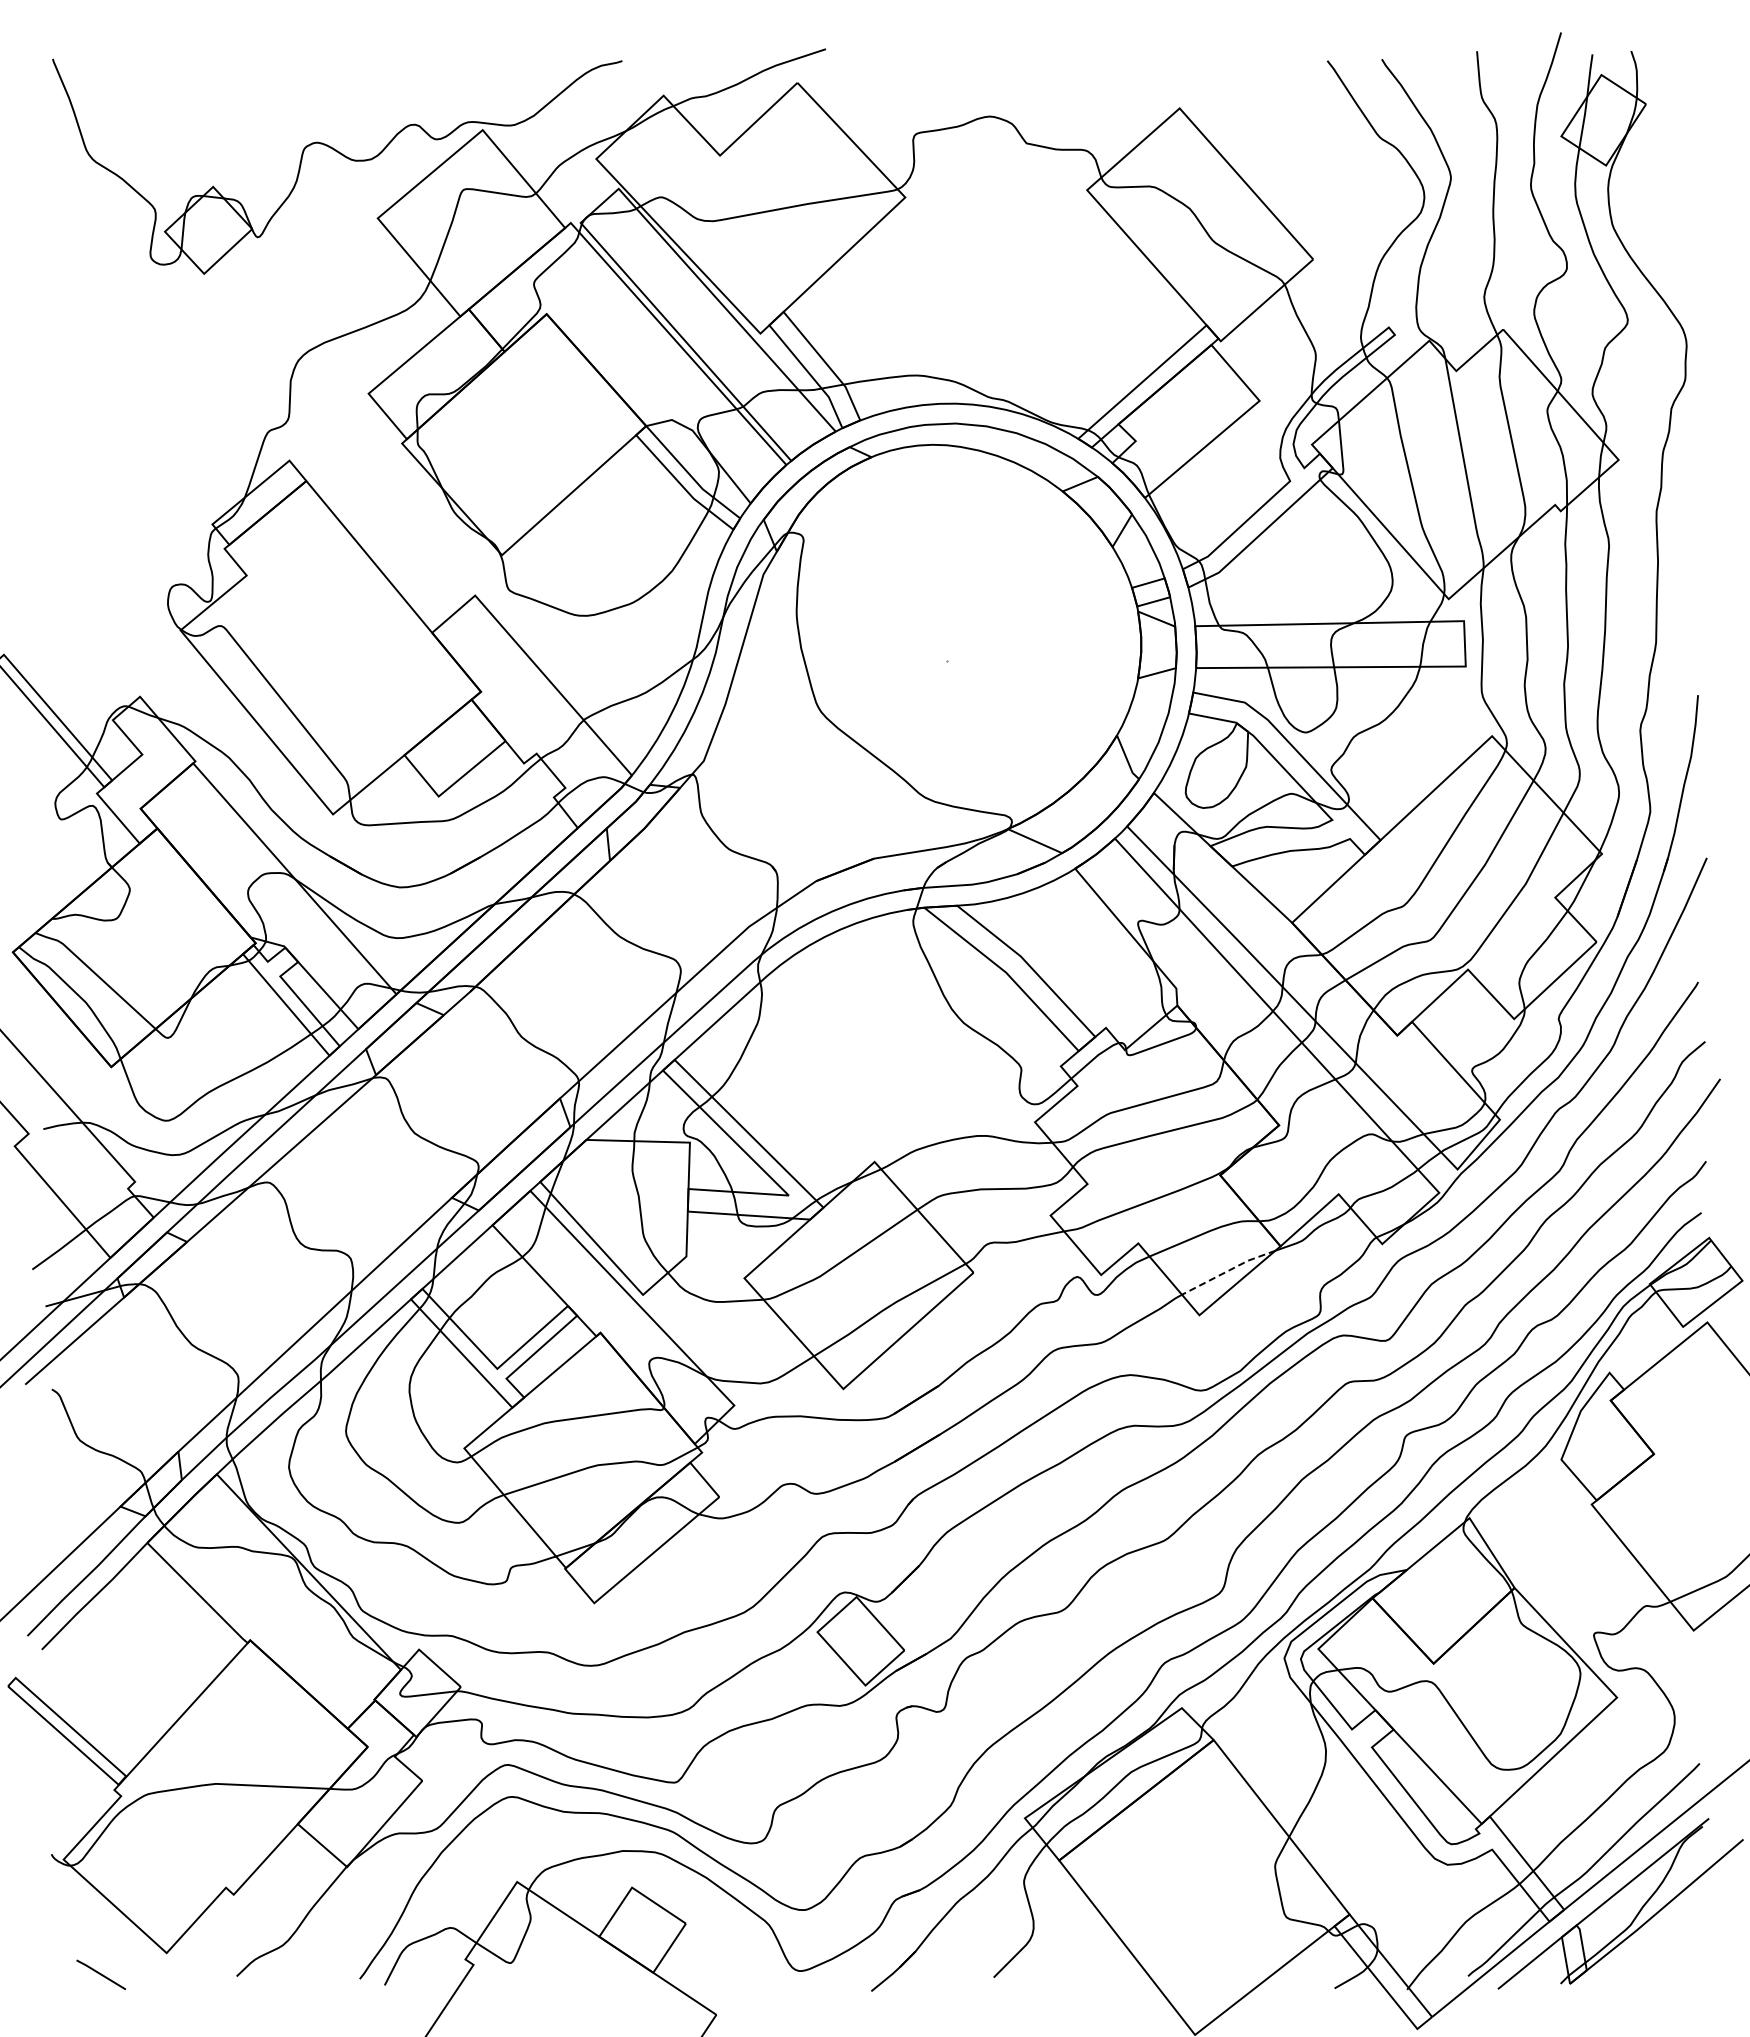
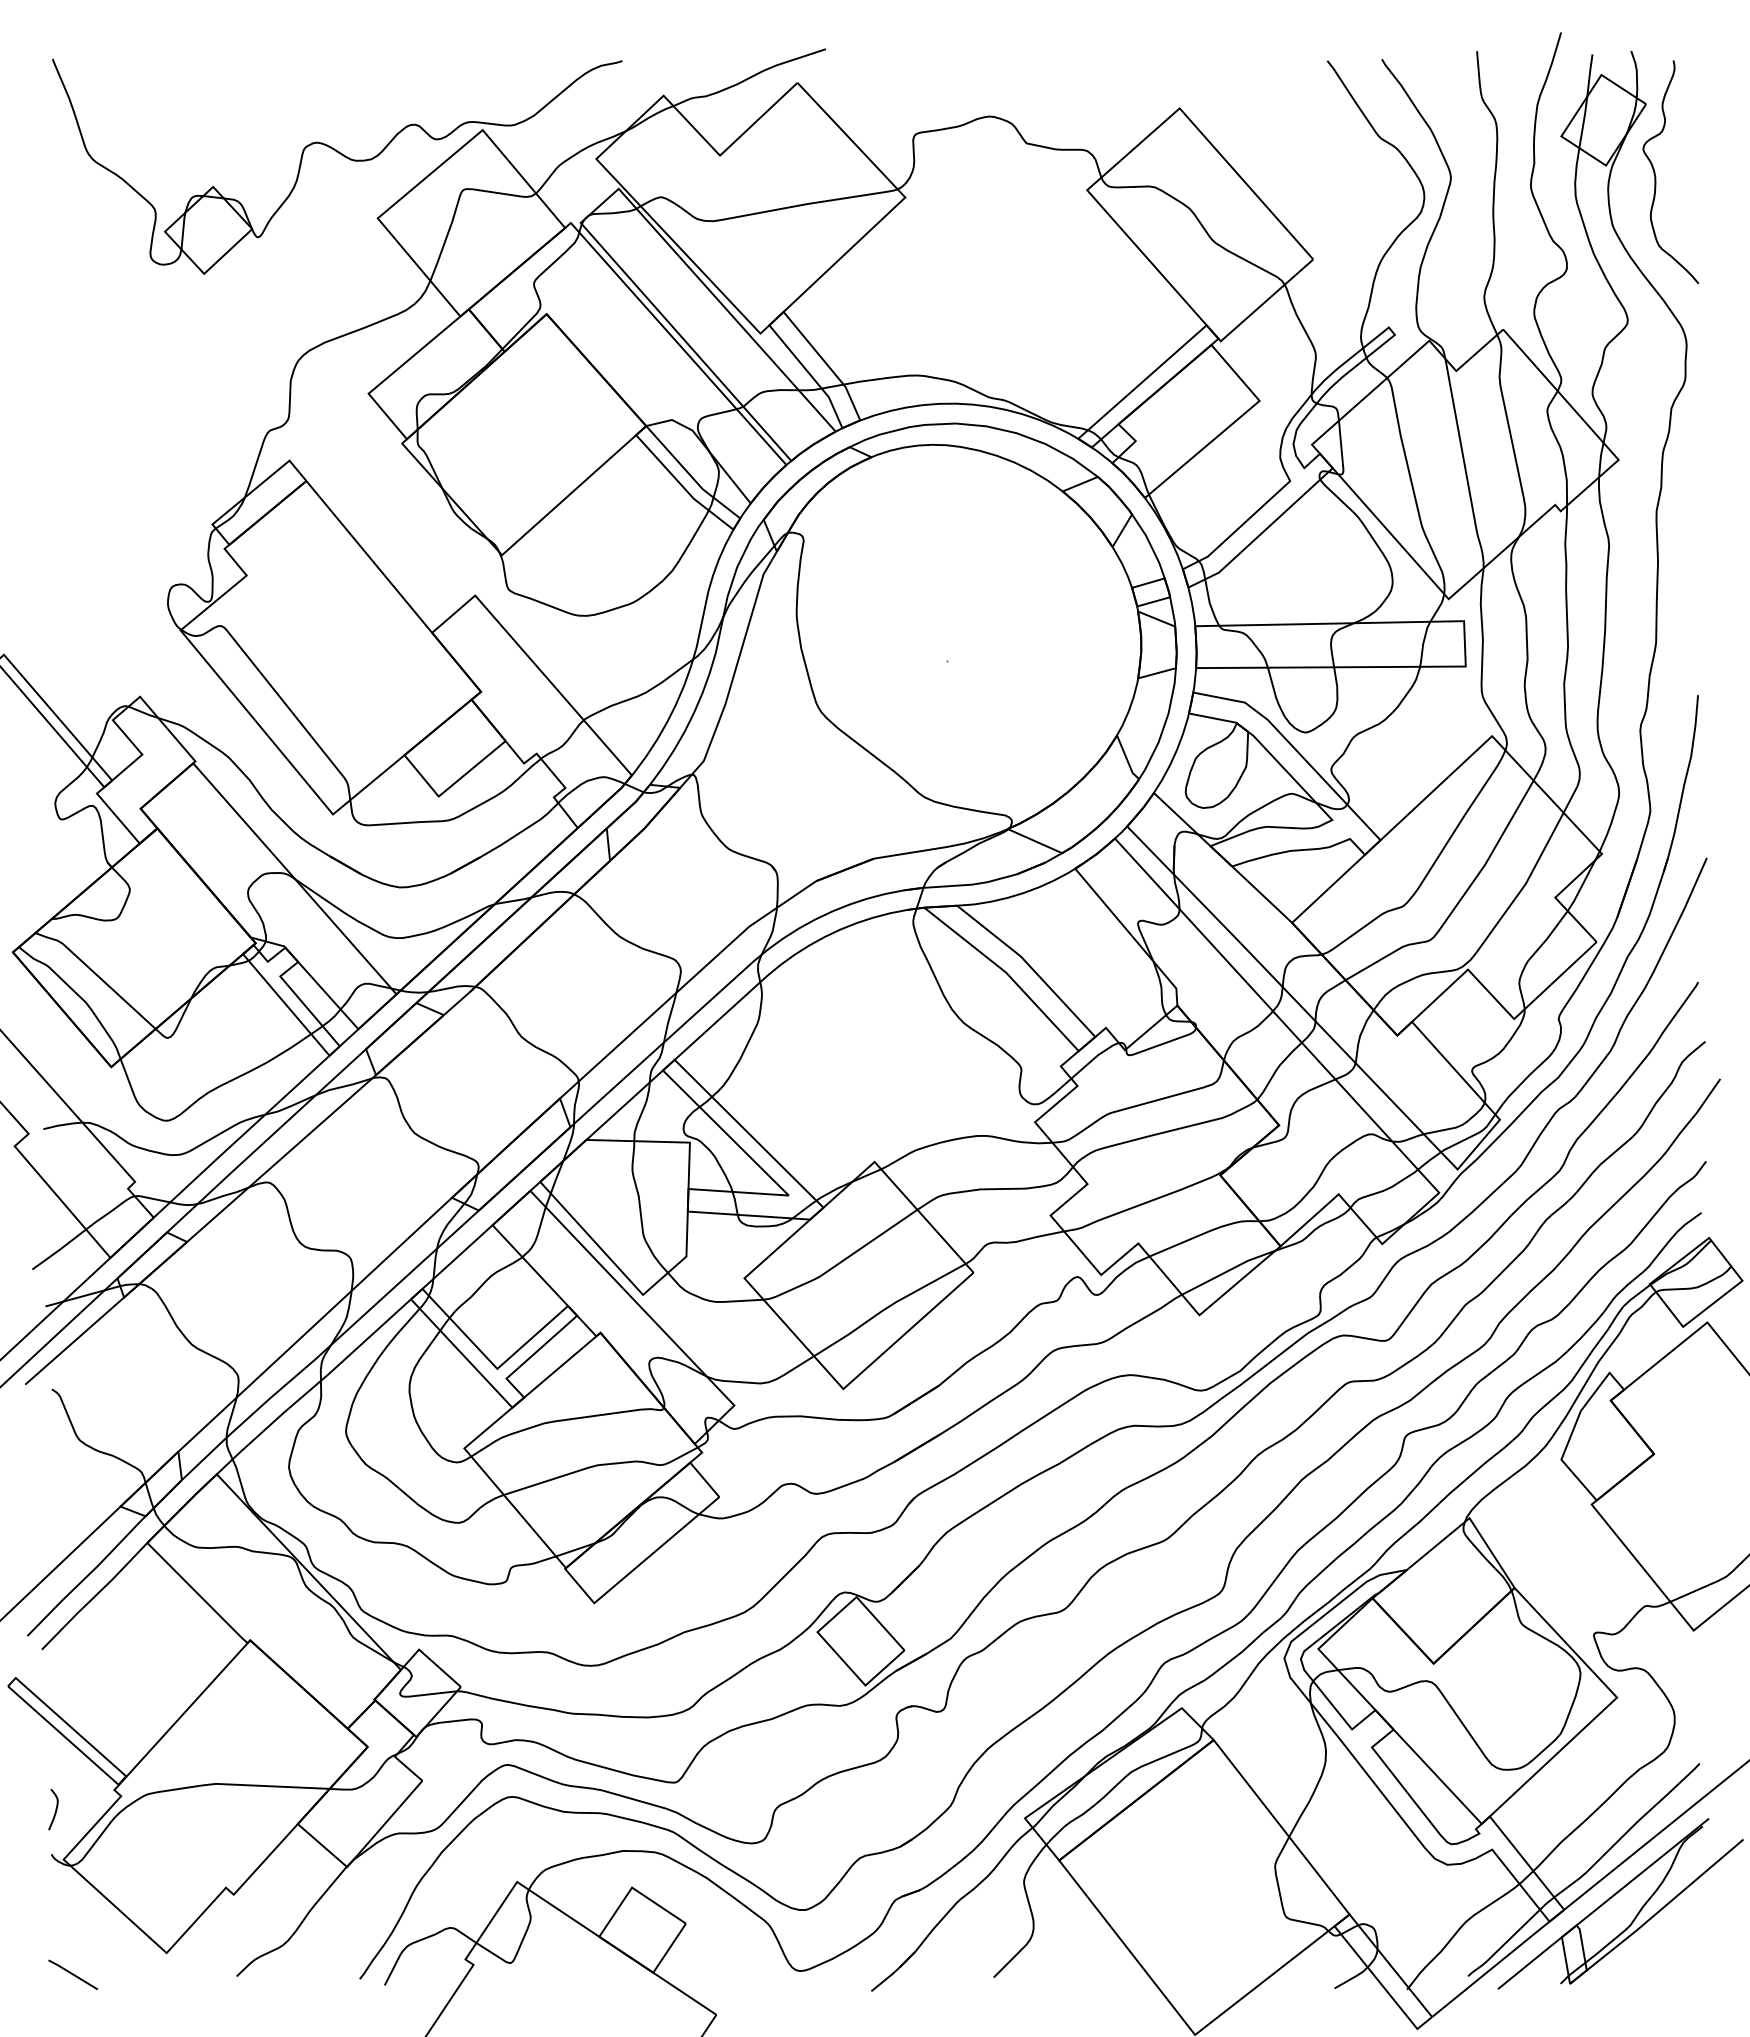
curve at (1656, 176): none -> present
line at (1228, 1270): dashed -> solid
curve at (55, 1809): none -> present
line at (101, 1974) position: (101, 1974) -> (73, 1974)
